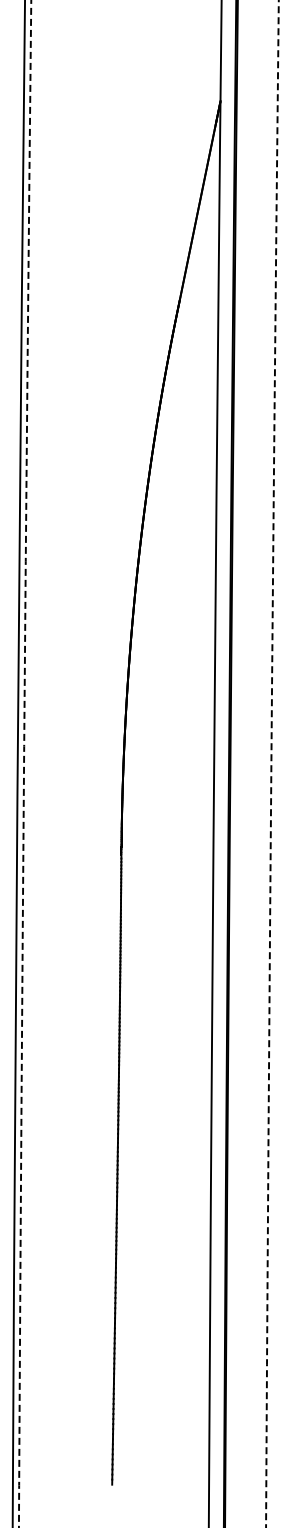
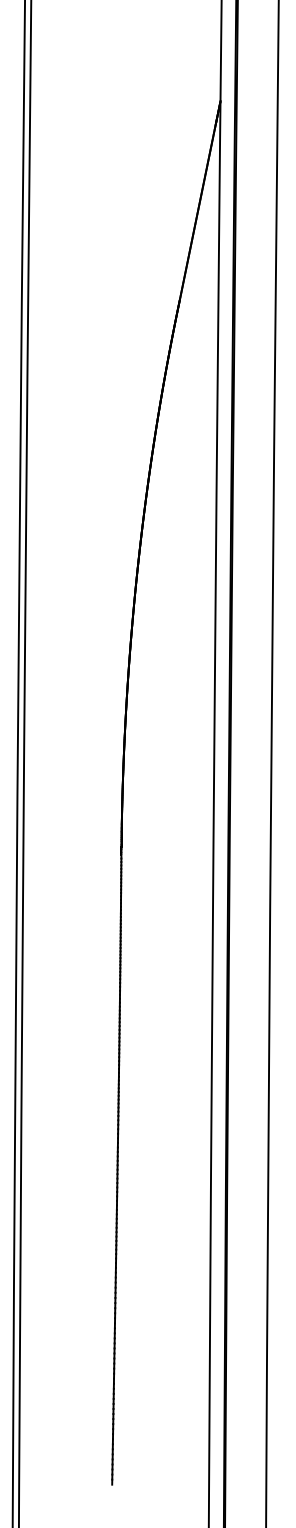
arc at (24, 764): dashed -> solid
arc at (271, 764): dashed -> solid
